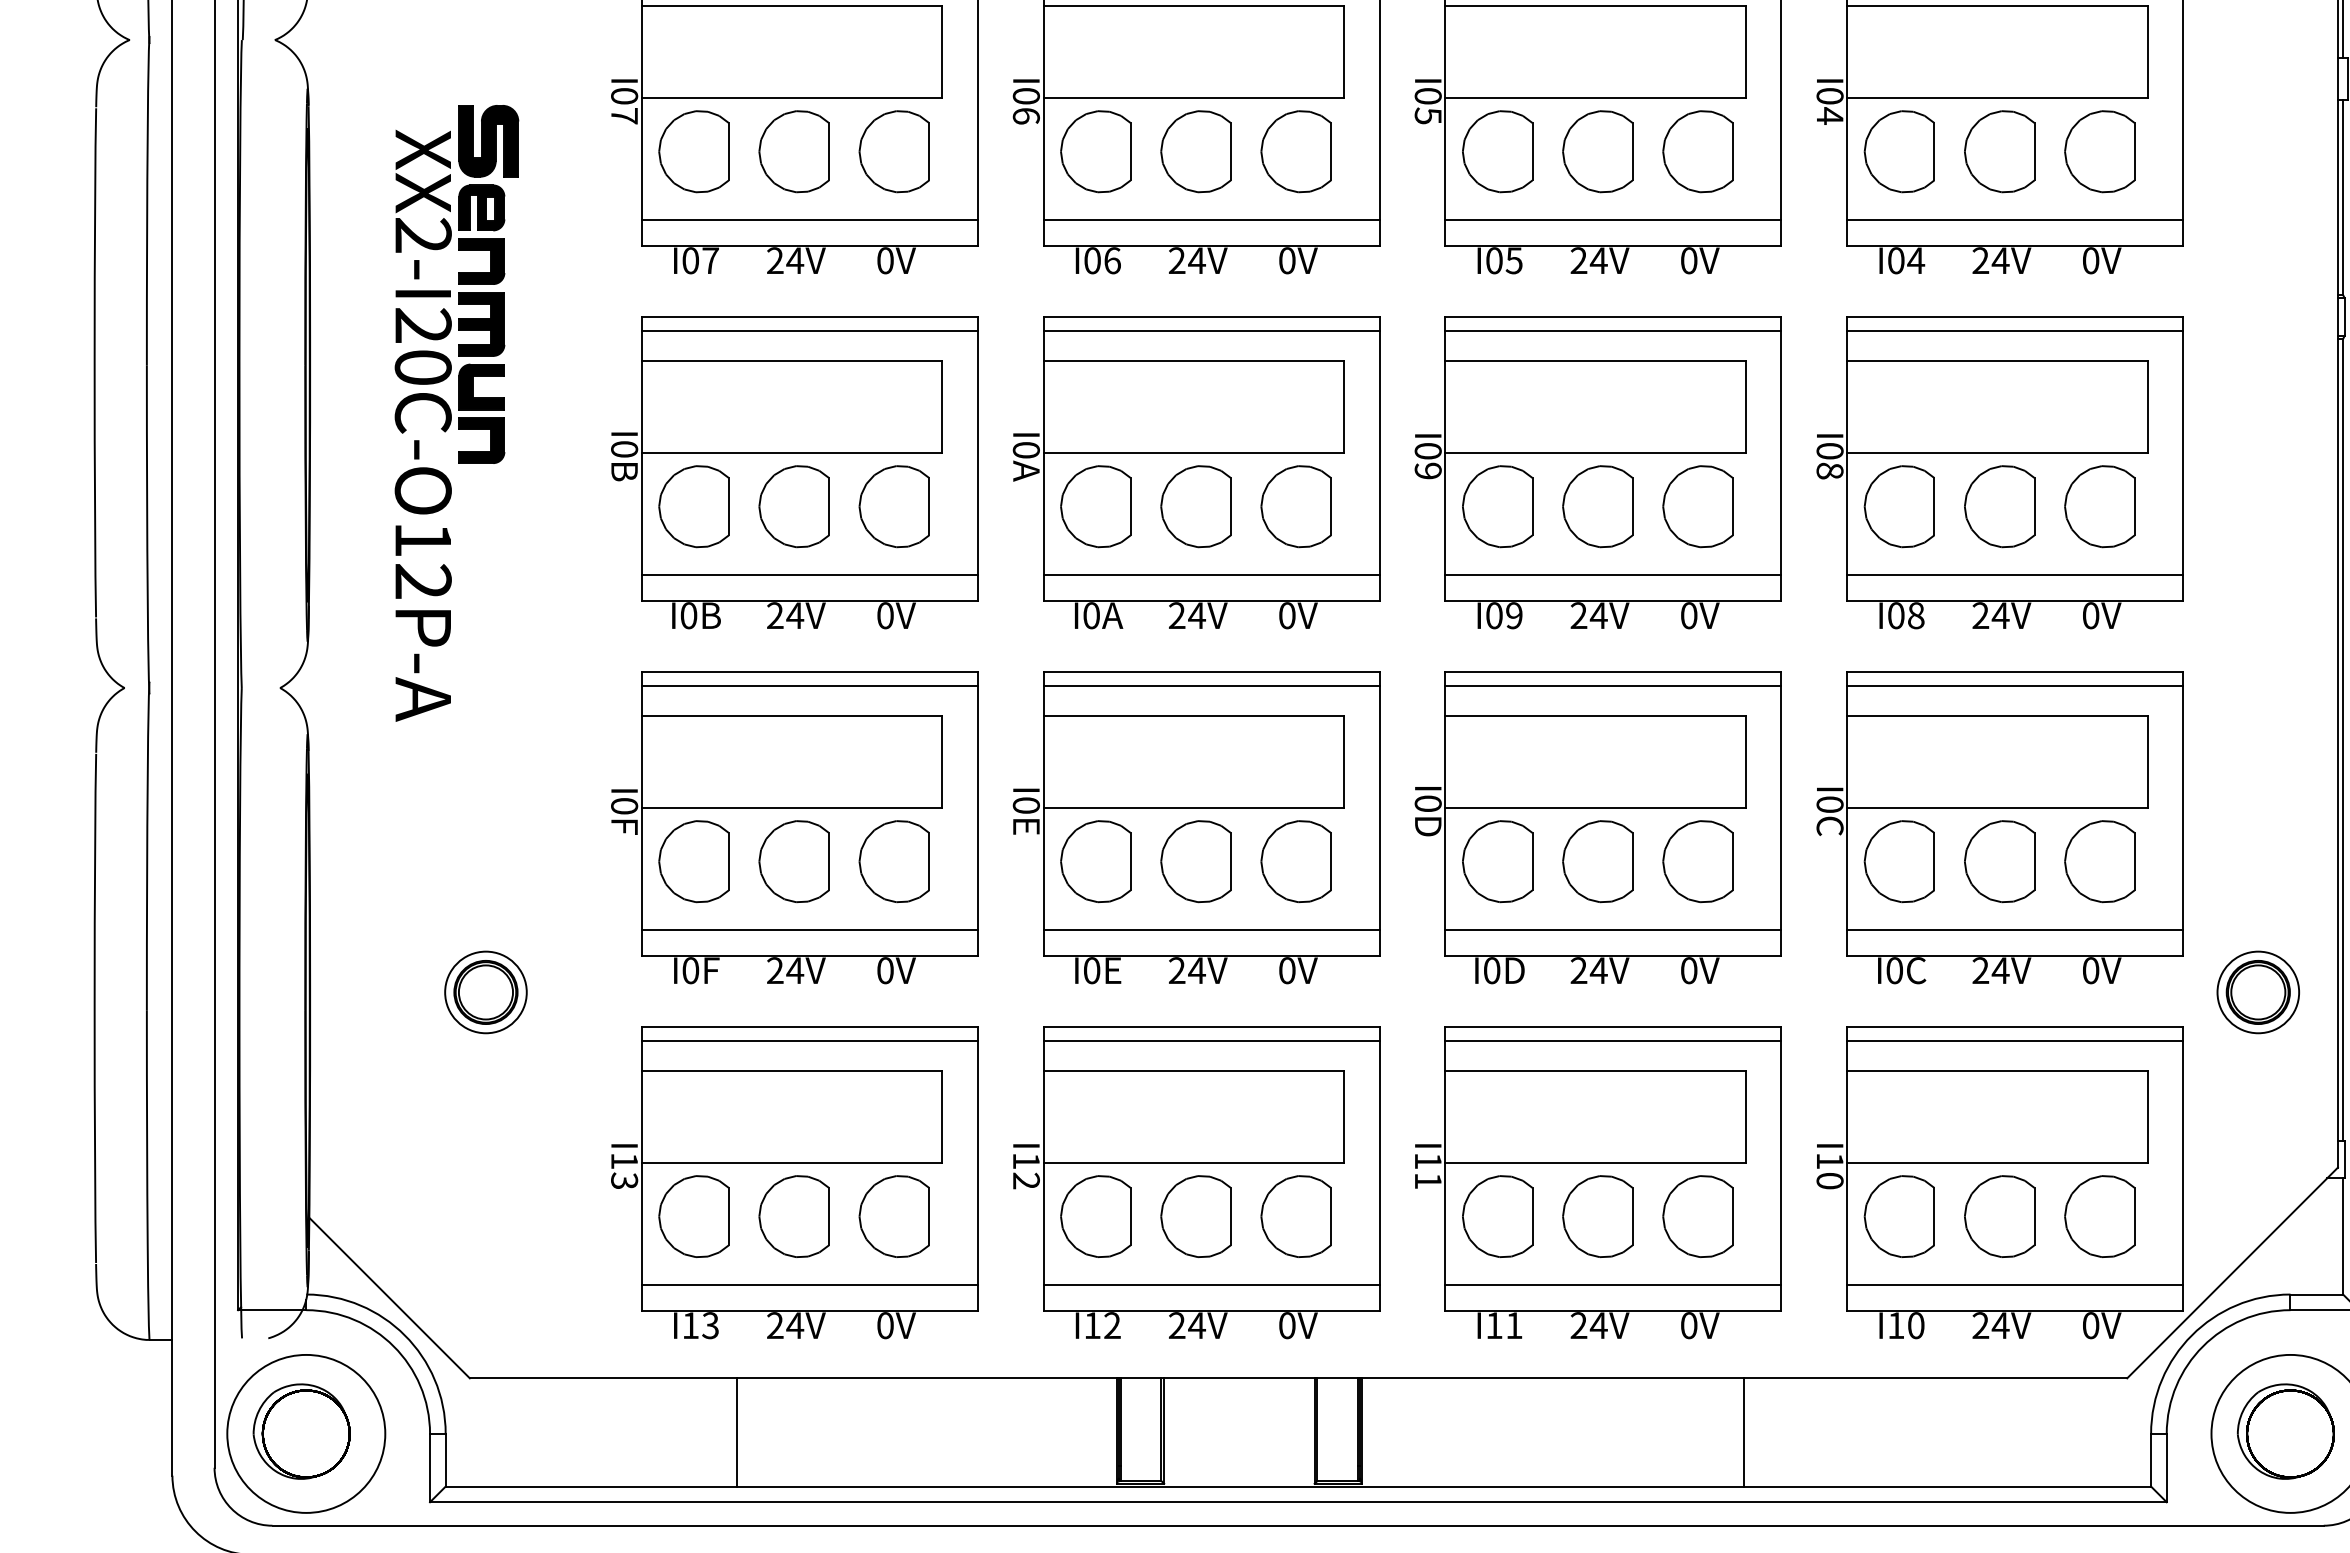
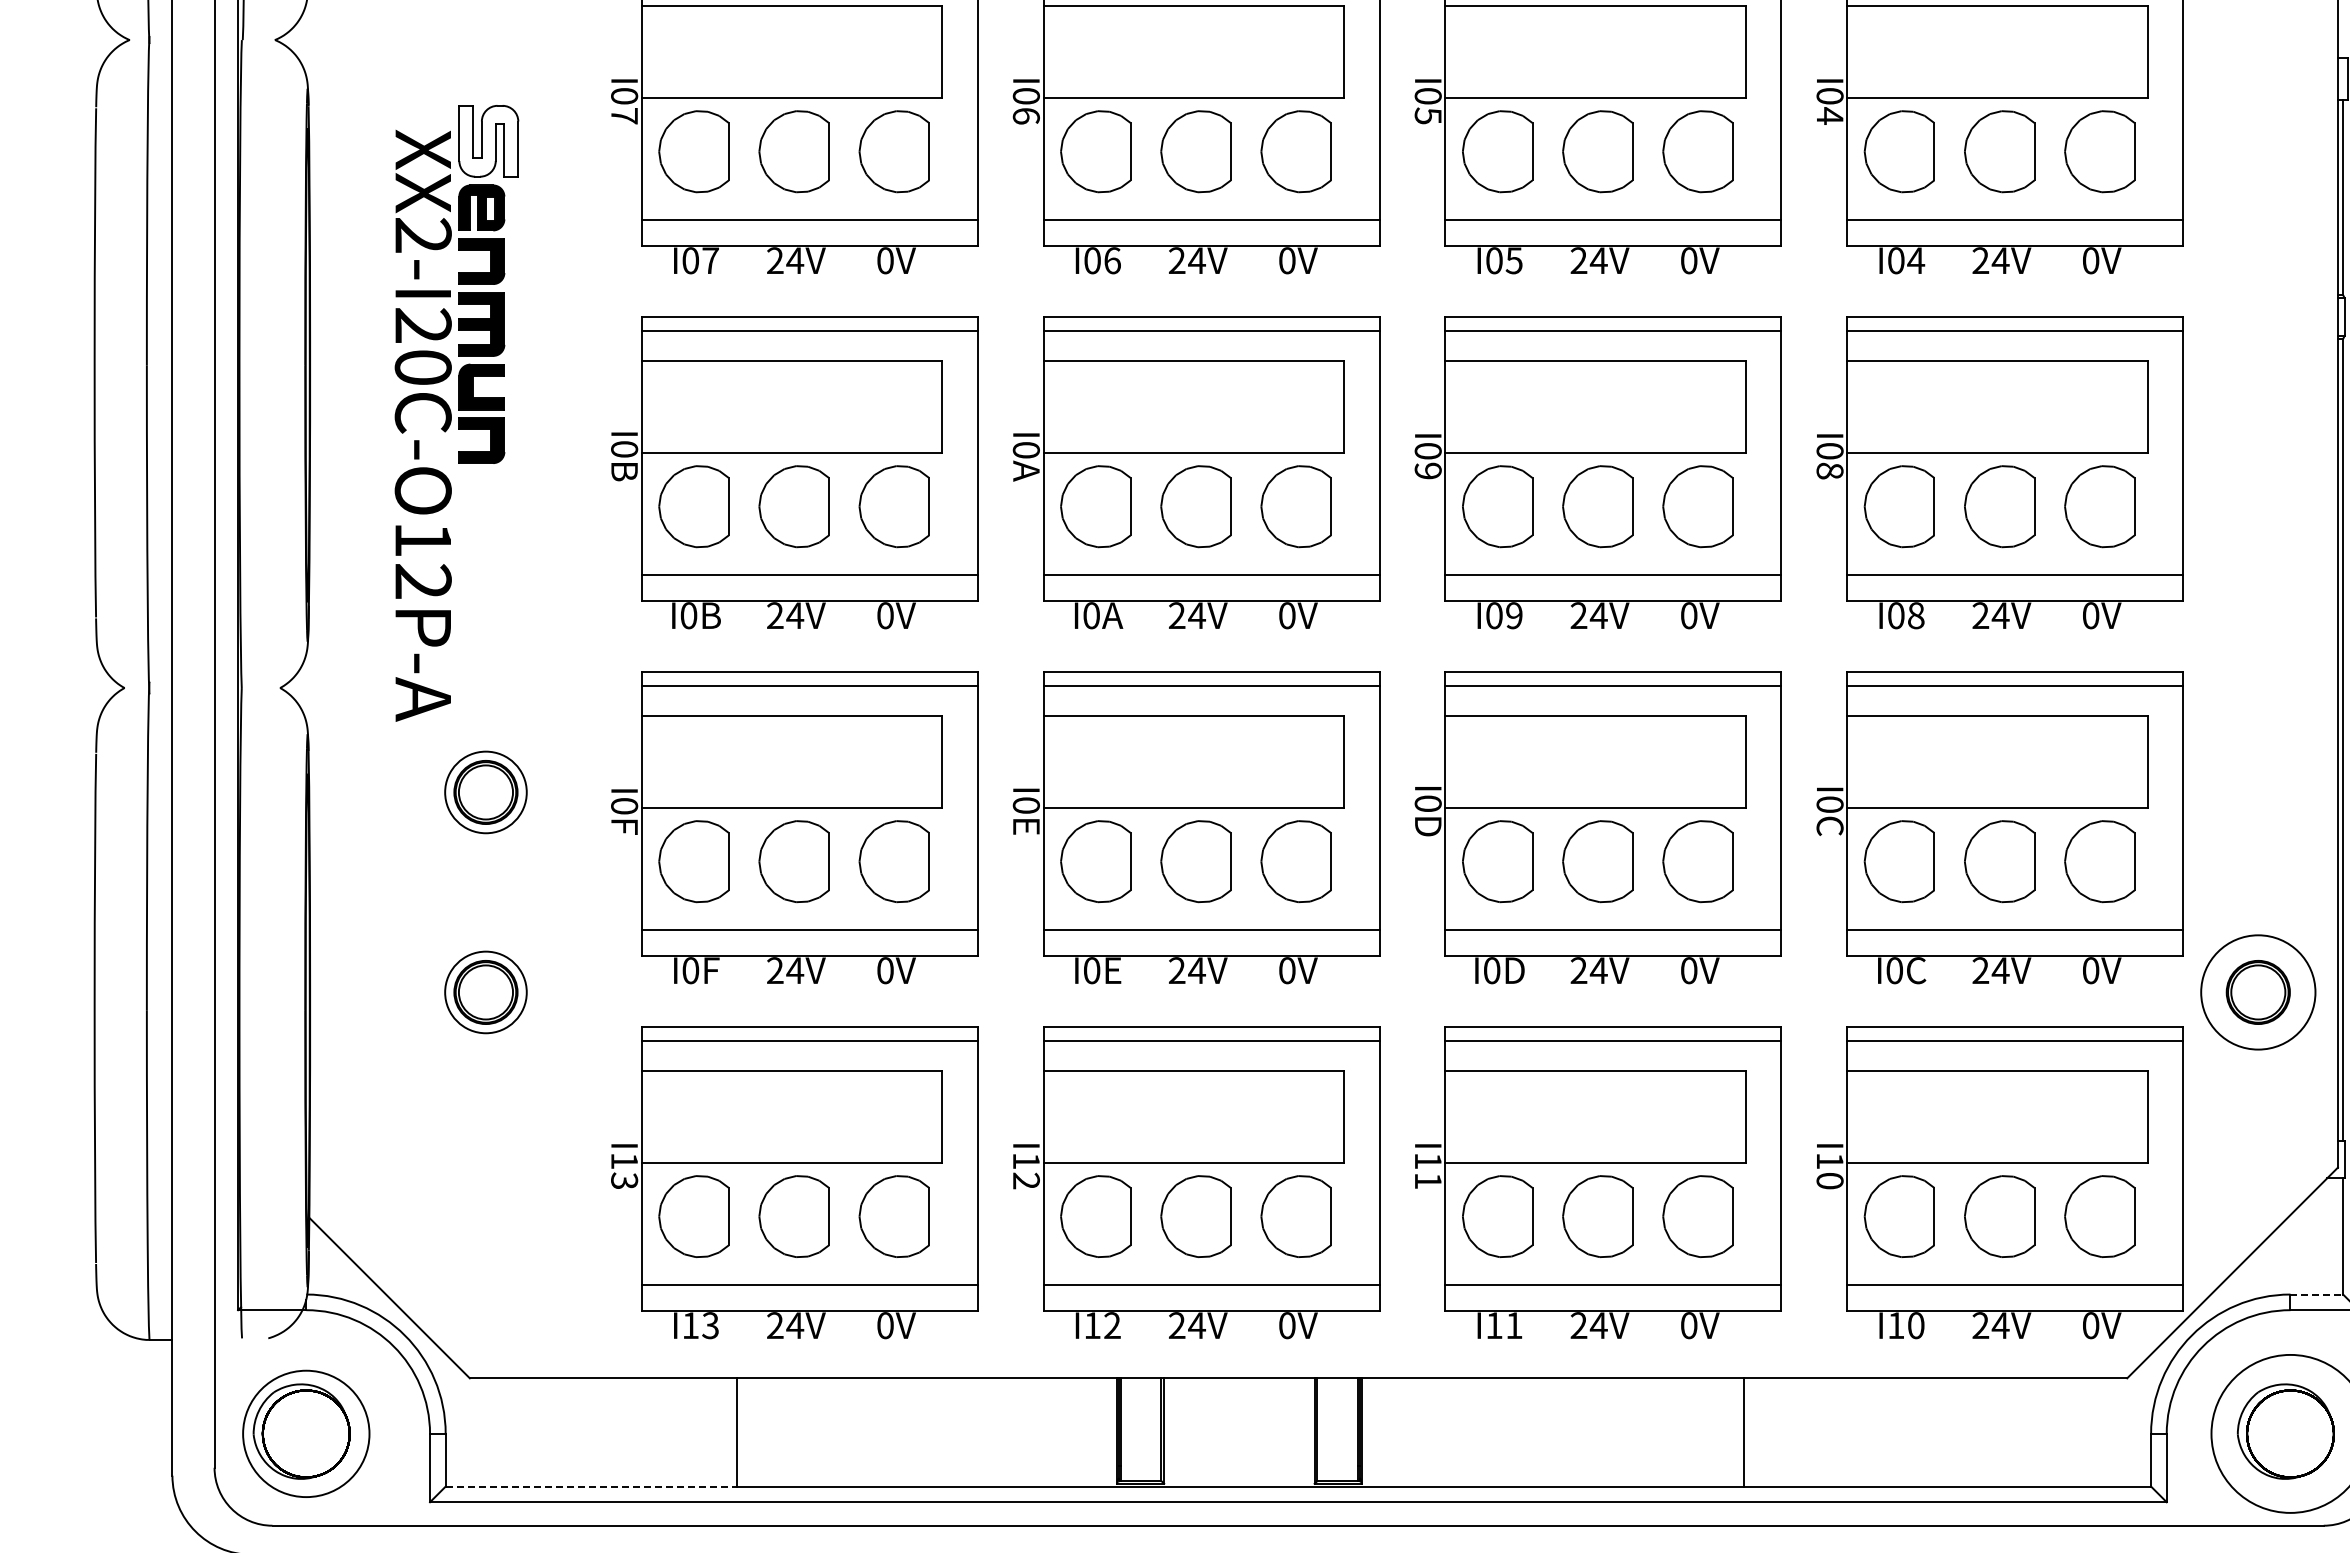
line at (2343, 29): present -> none
fill at (488, 140): present -> none
part at (485, 792): none -> present
circle at (2258, 992) diameter: 82 px -> 114 px
line at (2317, 1294): solid -> dashed
circle at (306, 1433) diameter: 158 px -> 126 px
line at (591, 1486): solid -> dashed
